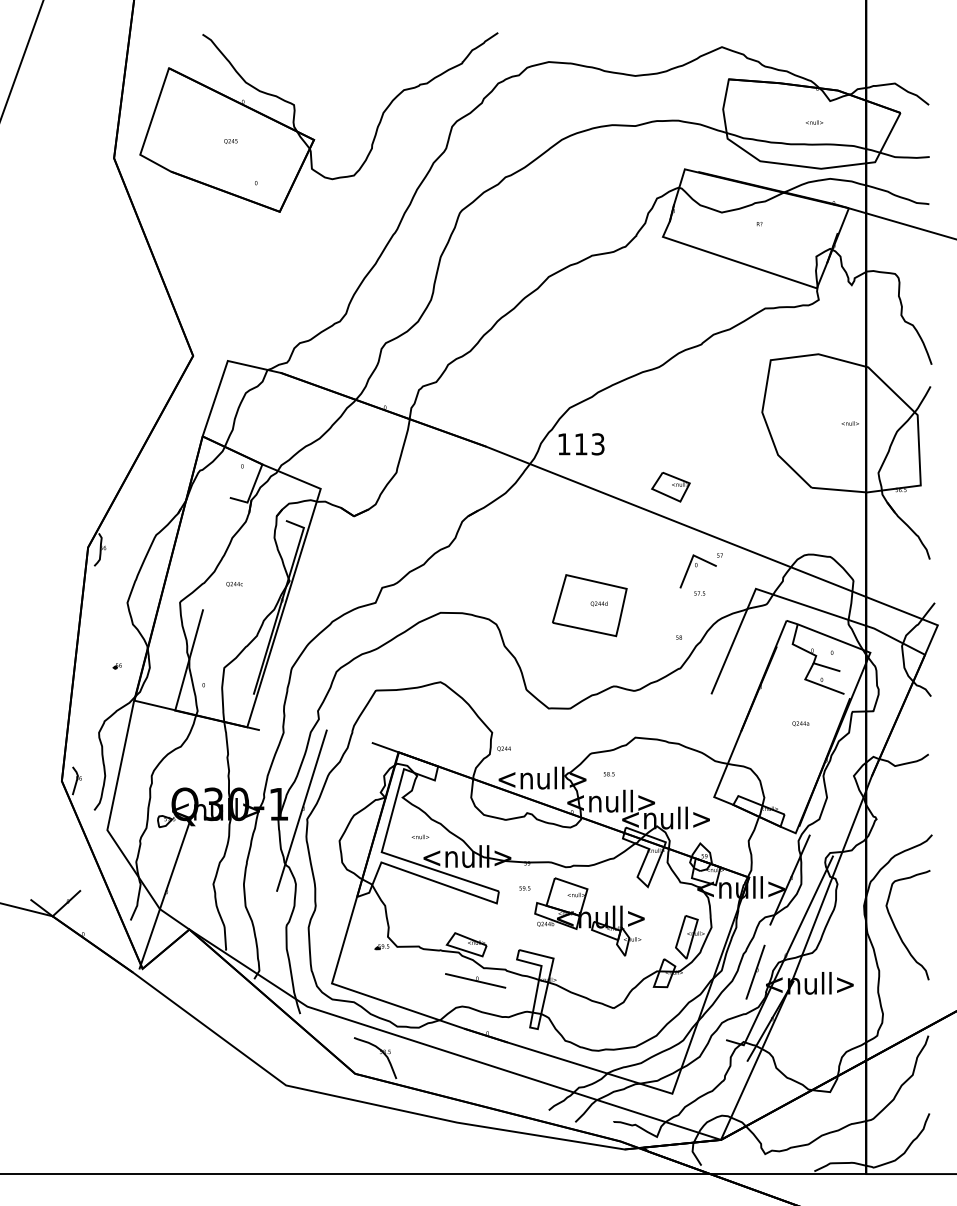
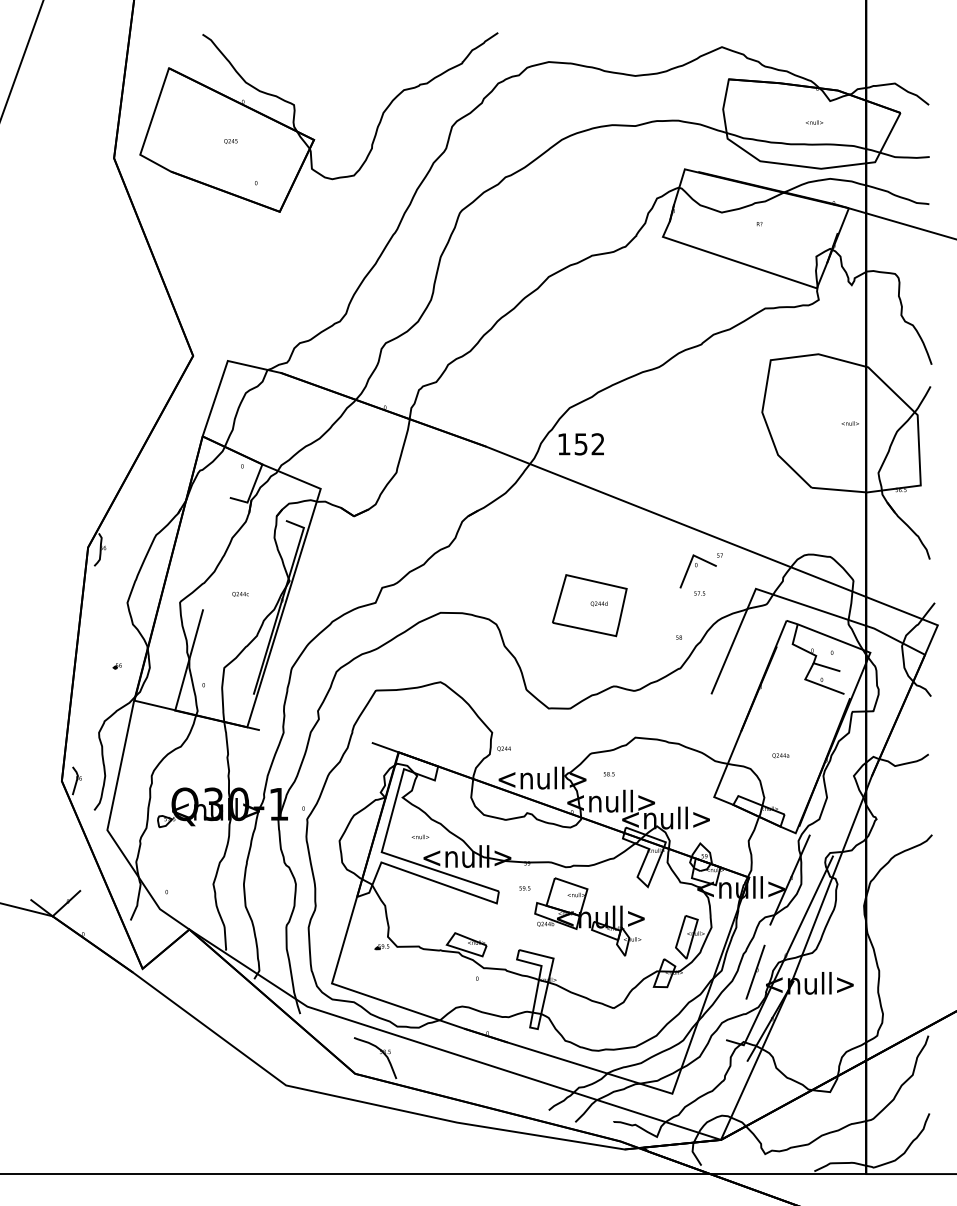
text at (589, 444): 113 -> 152
part at (670, 487): present -> none
text at (234, 584) position: (234, 584) -> (240, 594)
text at (800, 723) position: (800, 723) -> (780, 755)
line at (301, 810): present -> none
line at (164, 893): present -> none
curve at (897, 929): present -> none
line at (475, 980): present -> none
